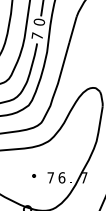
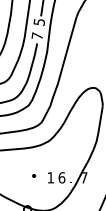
text at (38, 22): 0 -> 5
text at (50, 177): 7 -> 1
